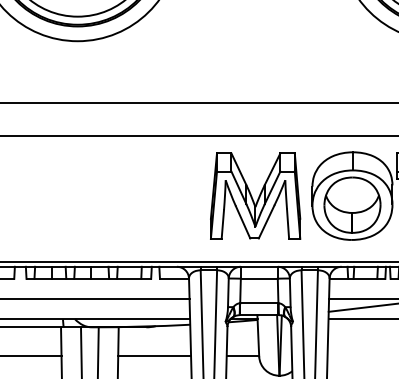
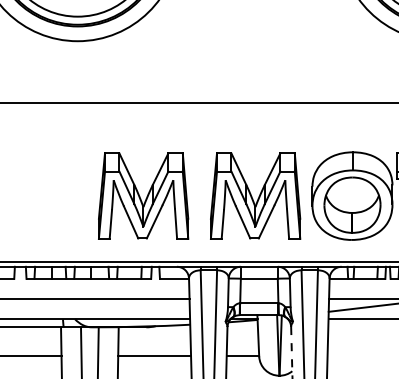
line at (198, 136): present -> none
part at (143, 195): none -> present
line at (291, 352): solid -> dashed
